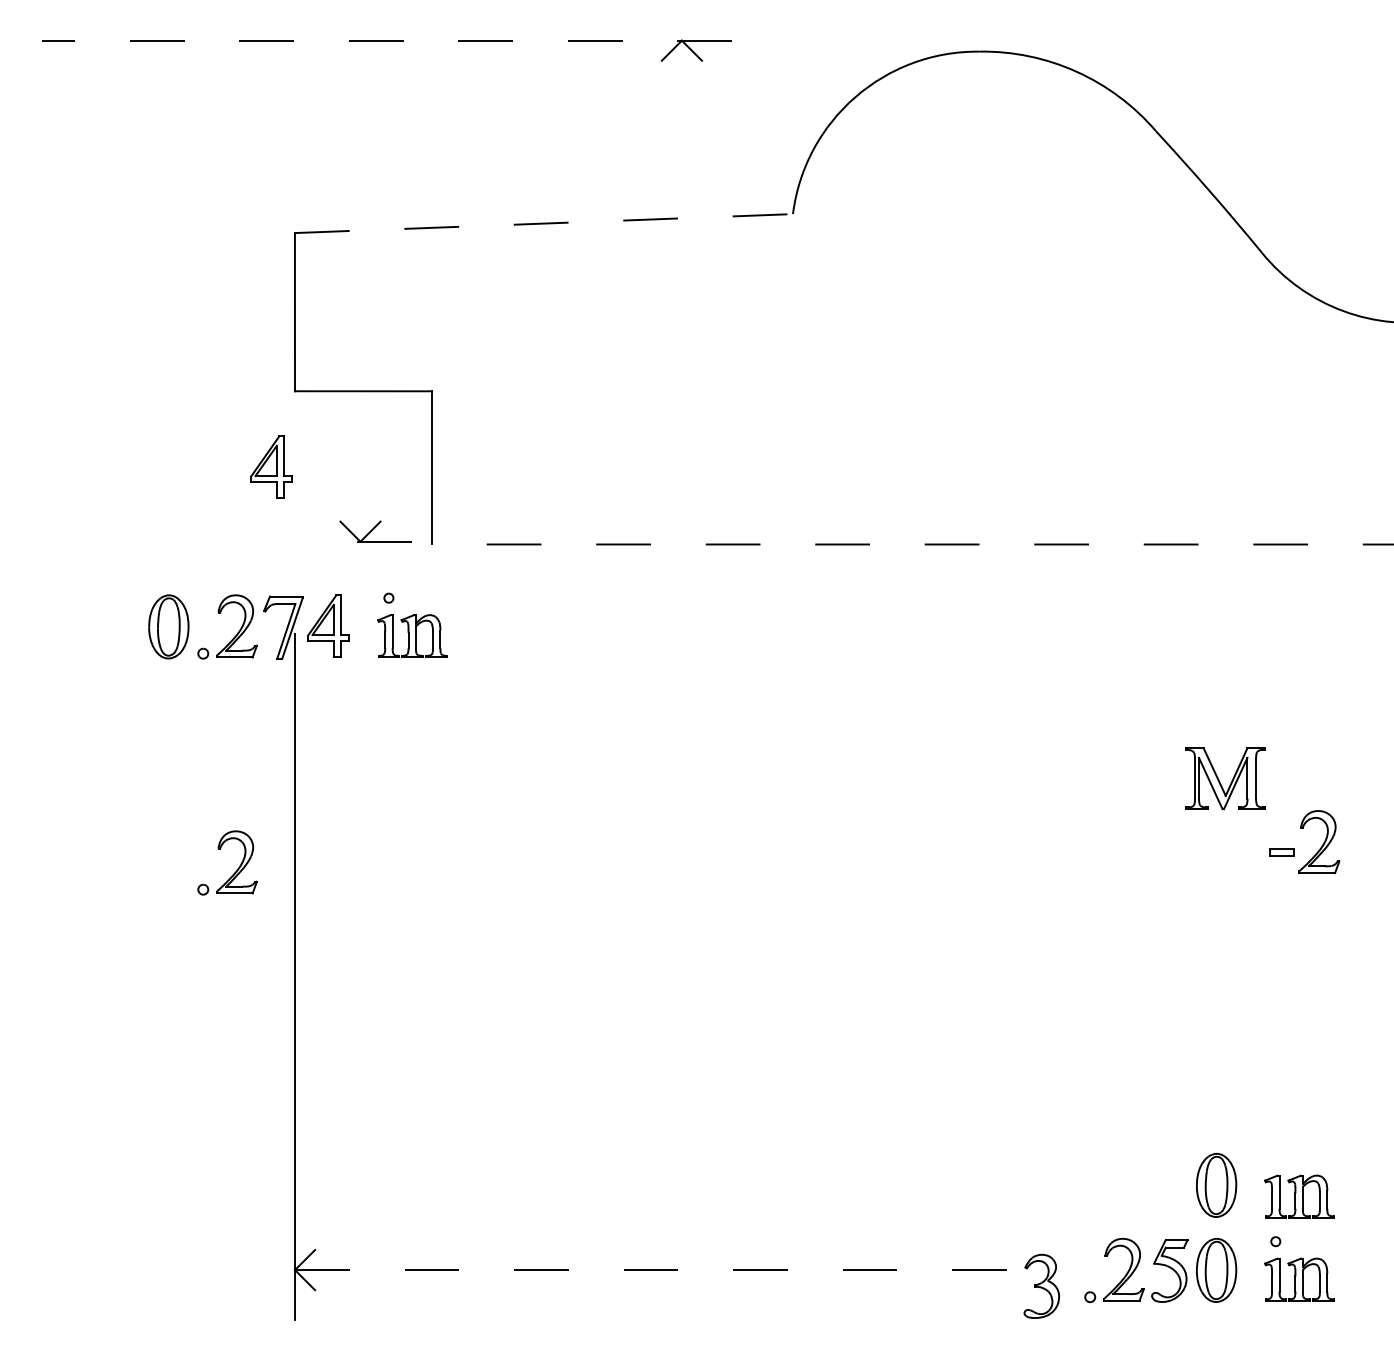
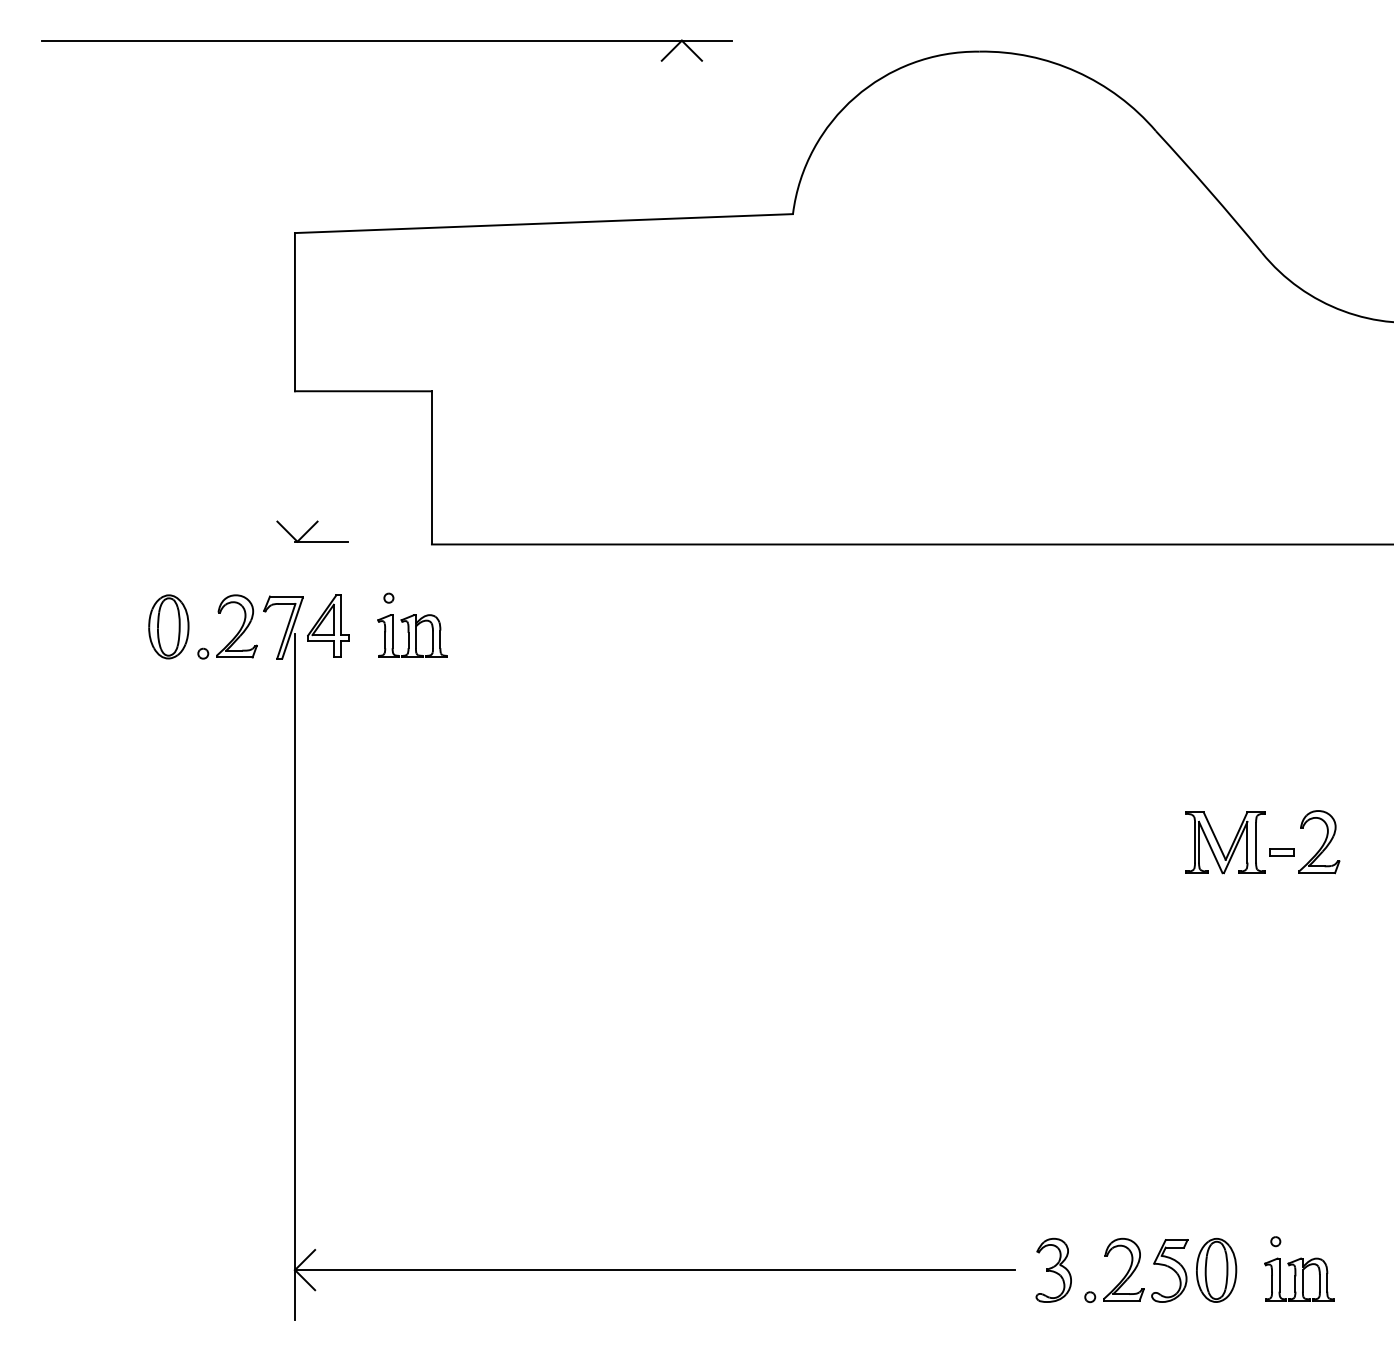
line at (386, 40): dashed -> solid
line at (544, 223): dashed -> solid
part at (271, 466): present -> none
part at (375, 531) position: (375, 531) -> (312, 531)
line at (912, 544): dashed -> solid
part at (1225, 778) position: (1225, 778) -> (1225, 842)
part at (237, 868): present -> none
part at (1216, 1185): present -> none
part at (1299, 1196): present -> none
line at (654, 1270): dashed -> solid
part at (1041, 1285) position: (1041, 1285) -> (1053, 1269)
